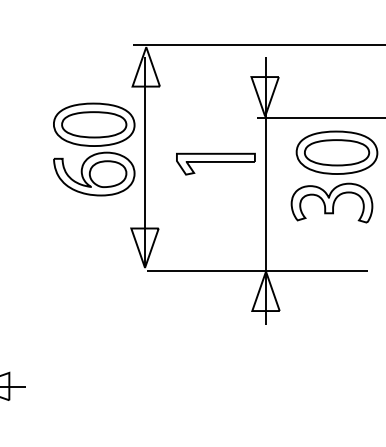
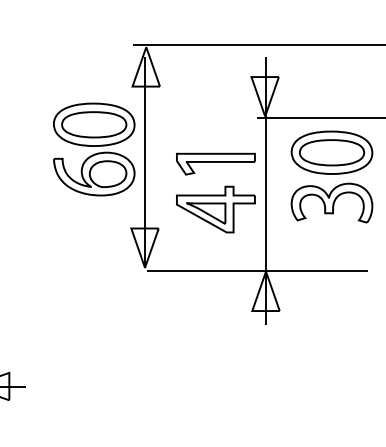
part at (336, 152) position: (336, 152) -> (331, 152)
part at (215, 209): none -> present
